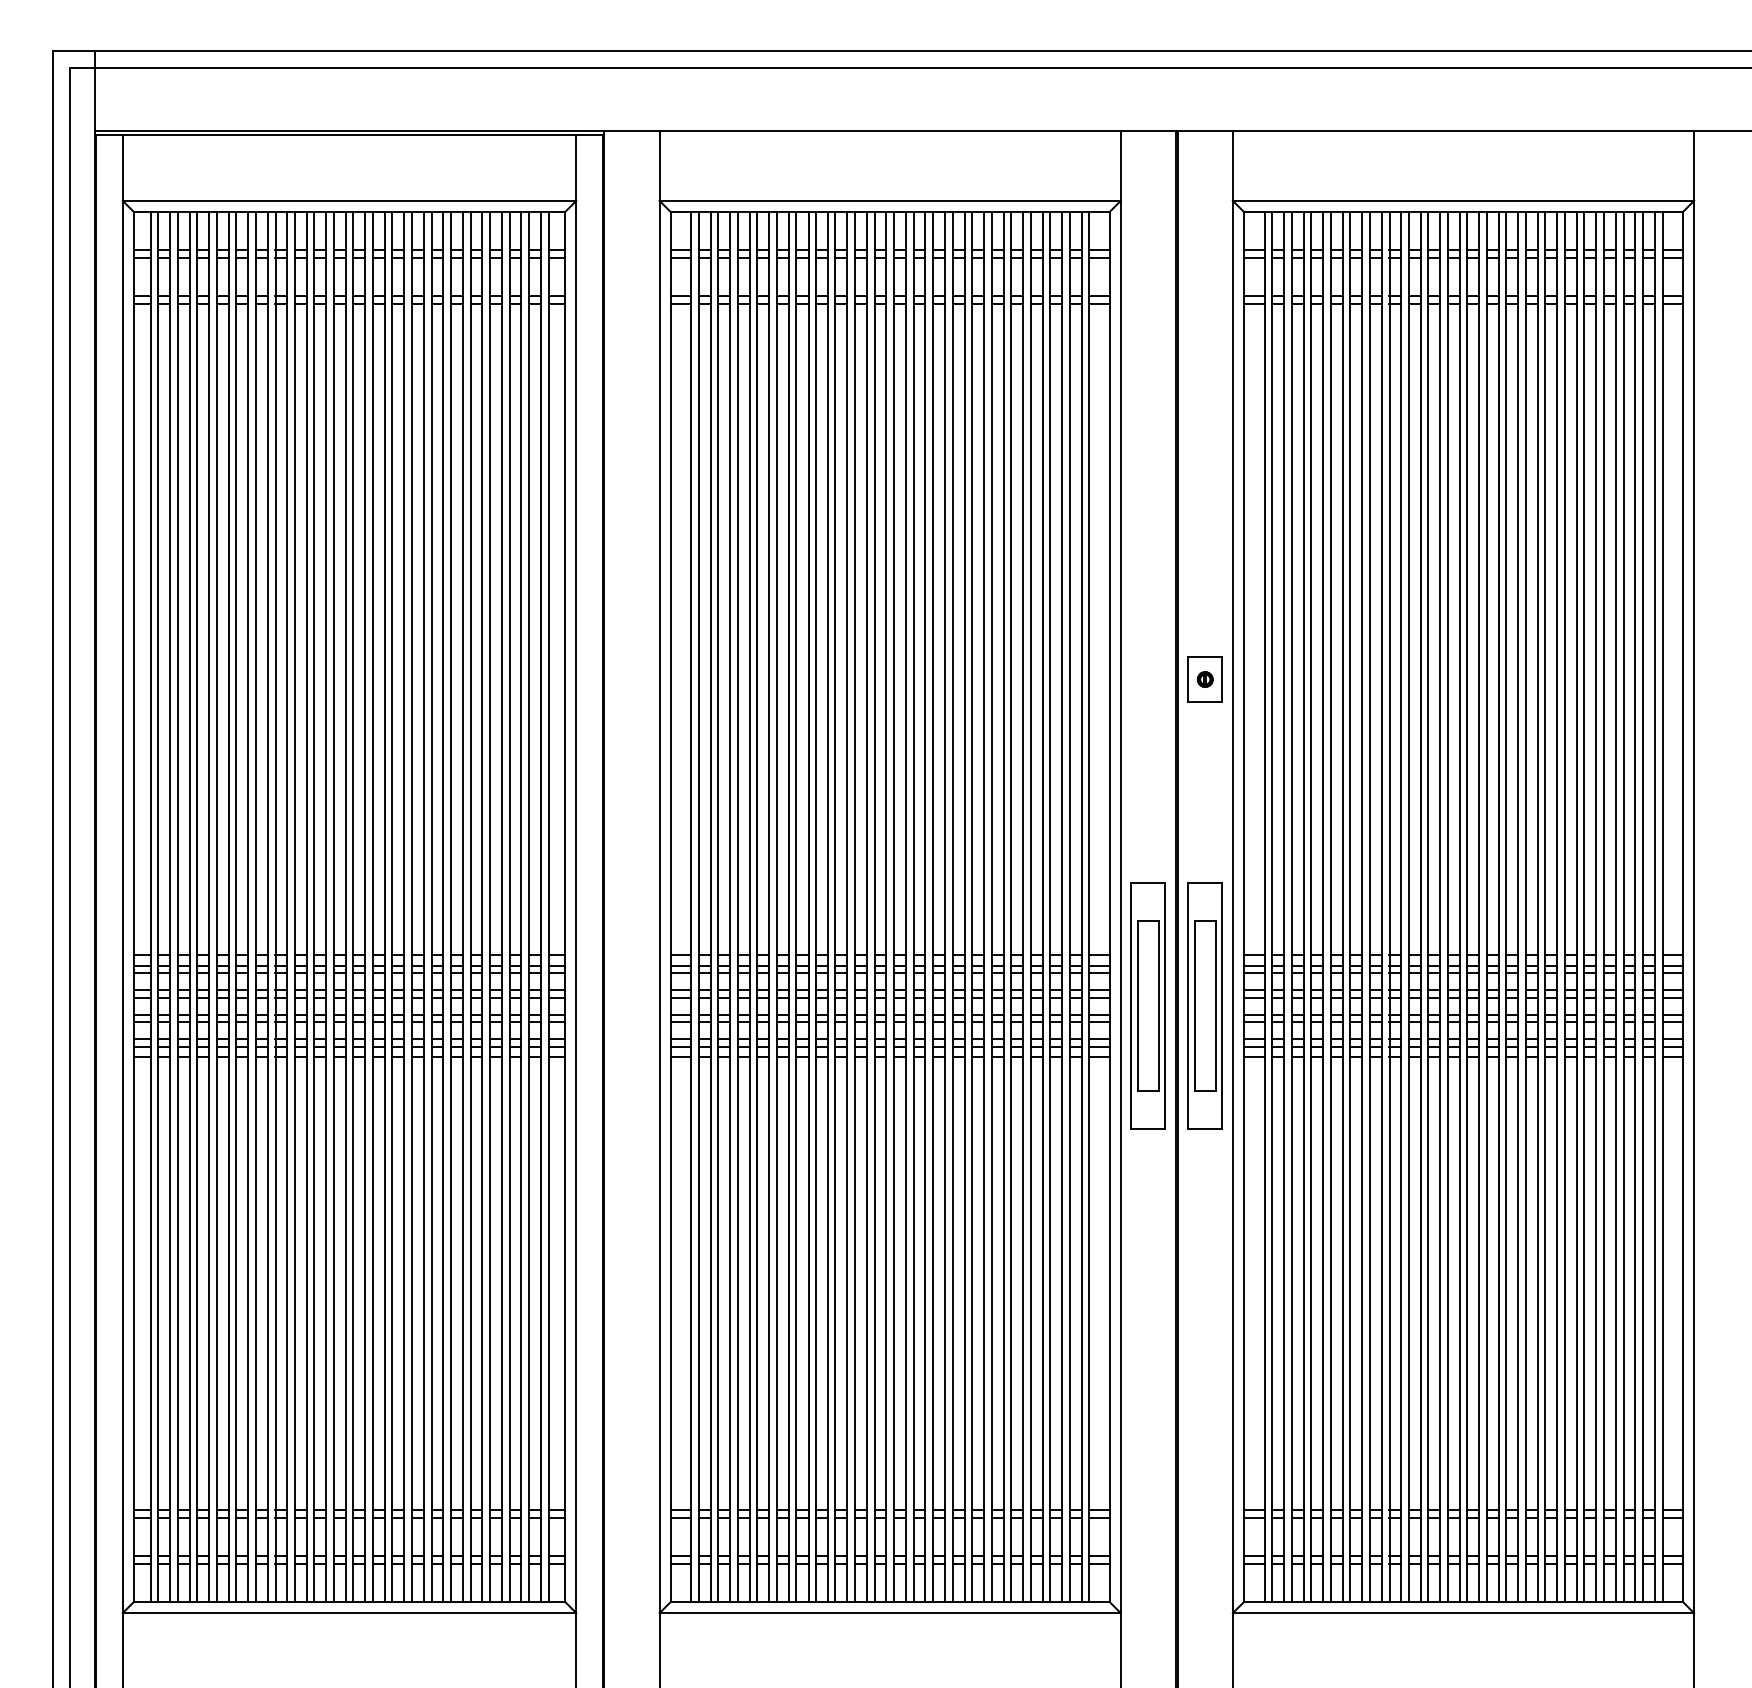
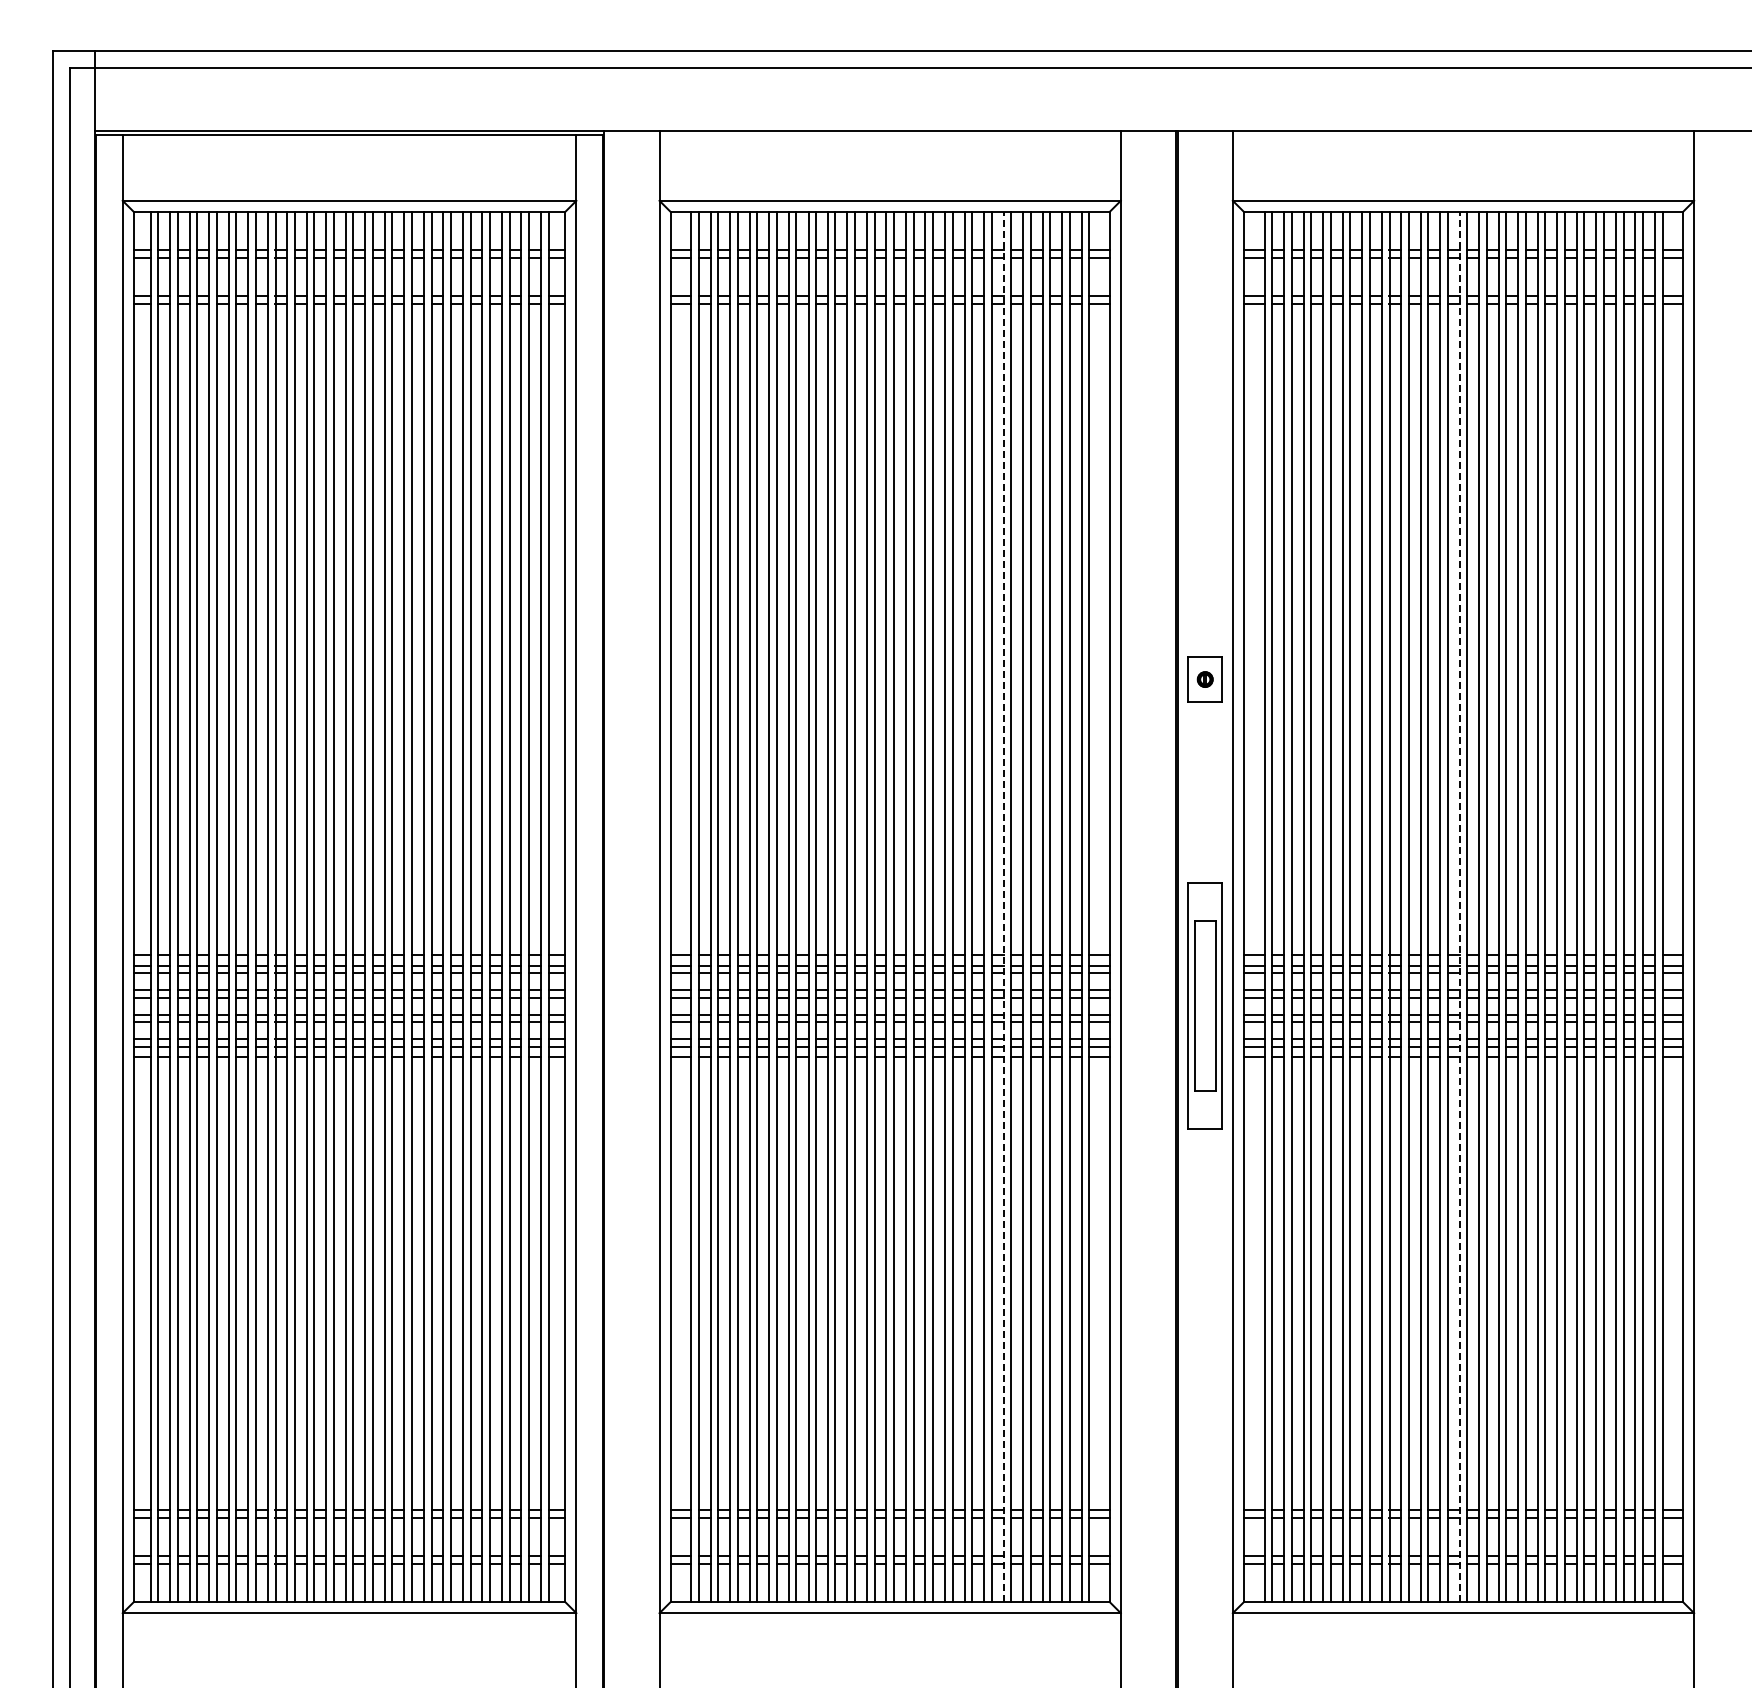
line at (1003, 906): solid -> dashed
line at (1459, 906): solid -> dashed
part at (1147, 1005): present -> none
